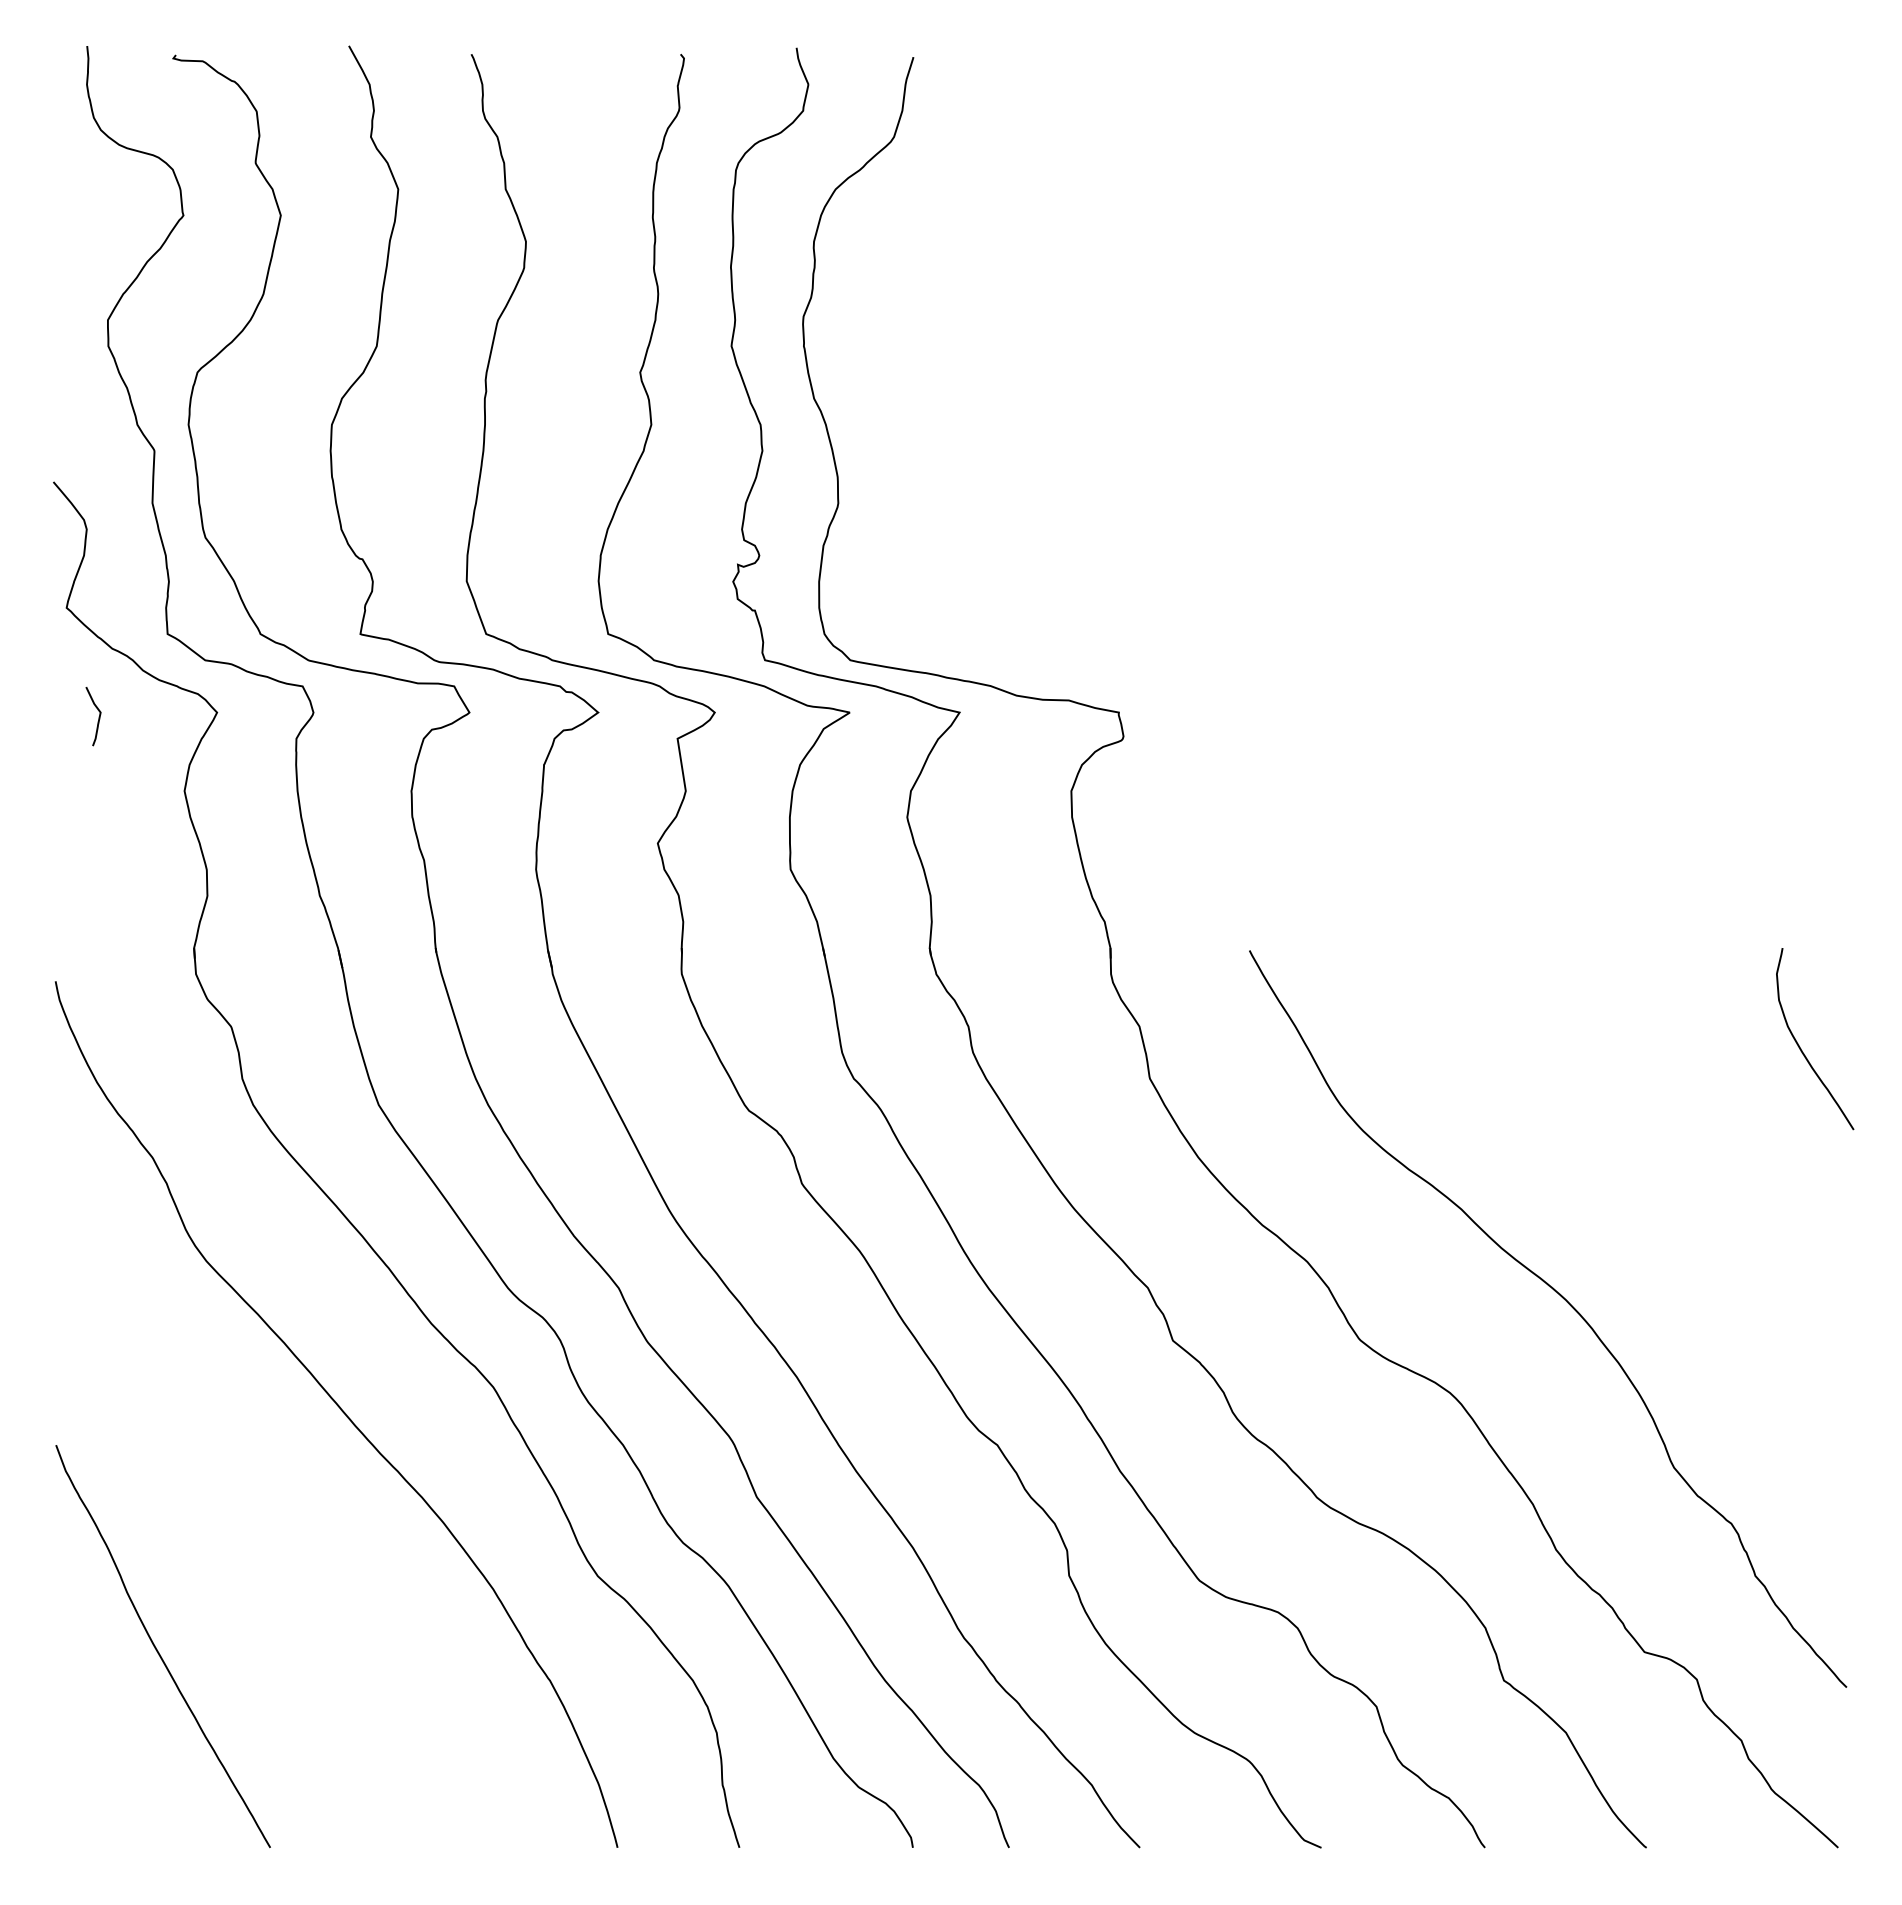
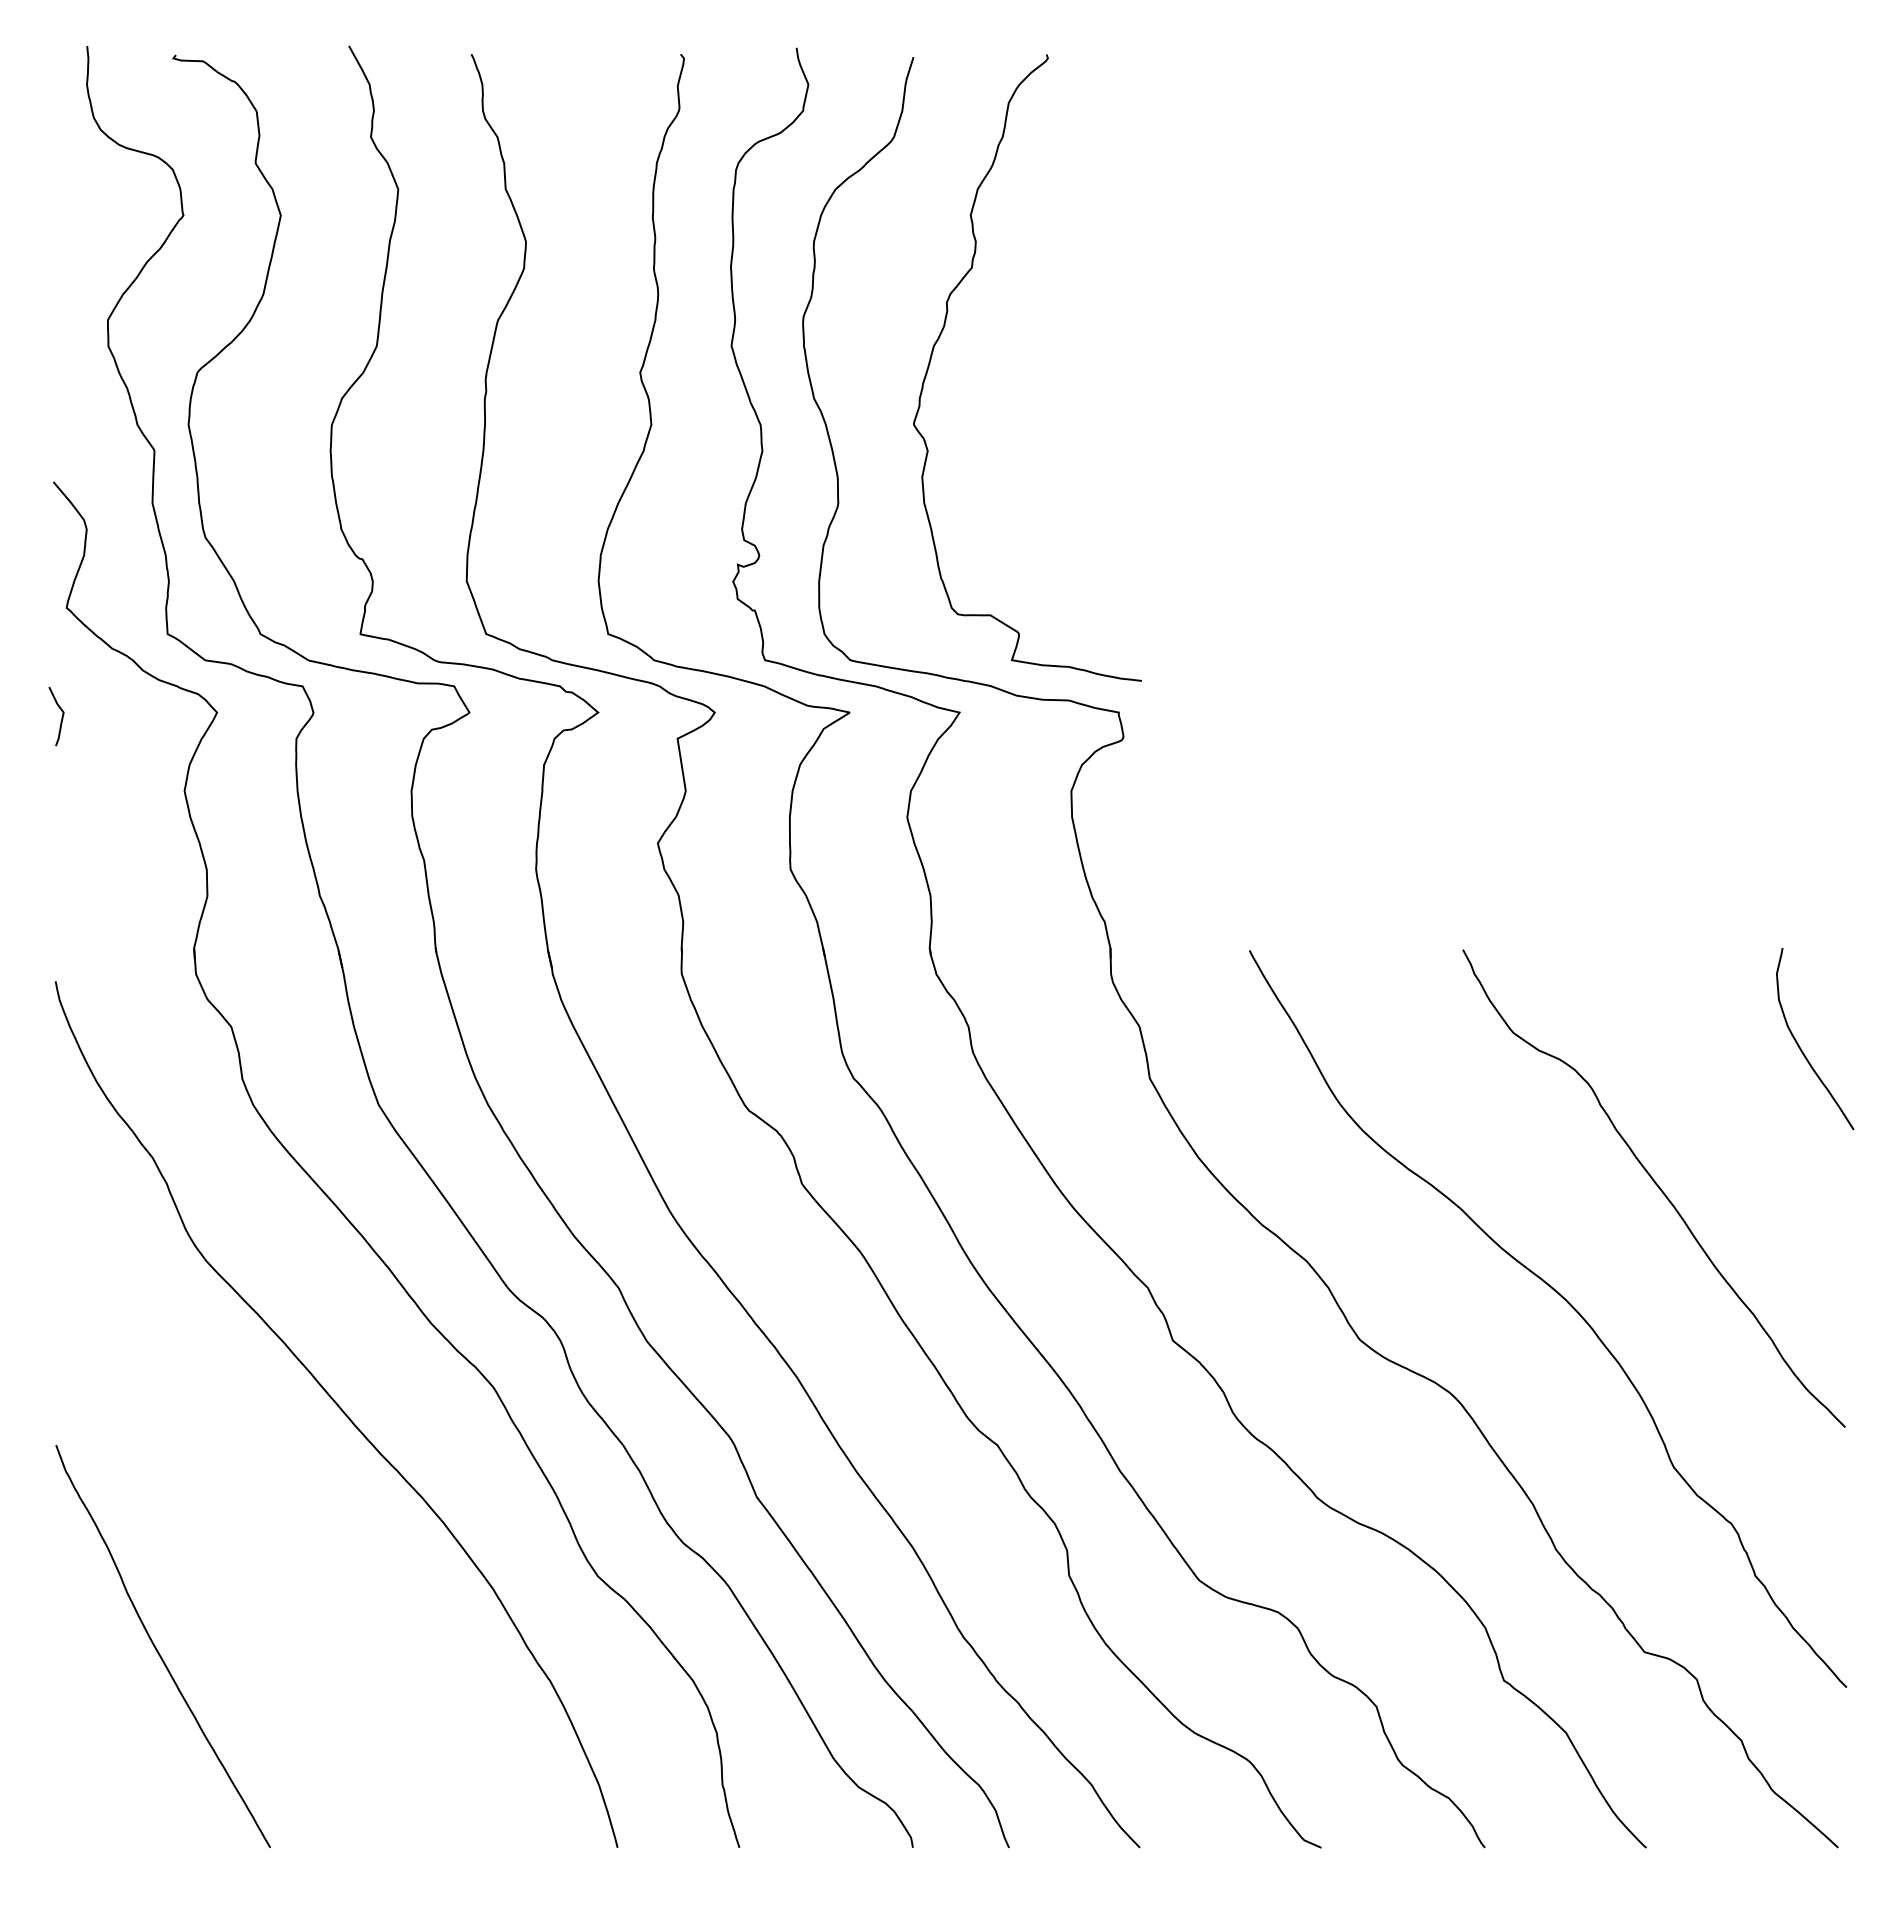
curve at (944, 328): none -> present
curve at (98, 716) position: (98, 716) -> (61, 716)
curve at (1657, 1187): none -> present
